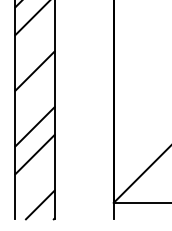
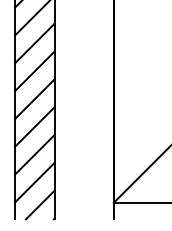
line at (34, 43): none -> present
line at (34, 98): none -> present
line at (34, 182): none -> present
